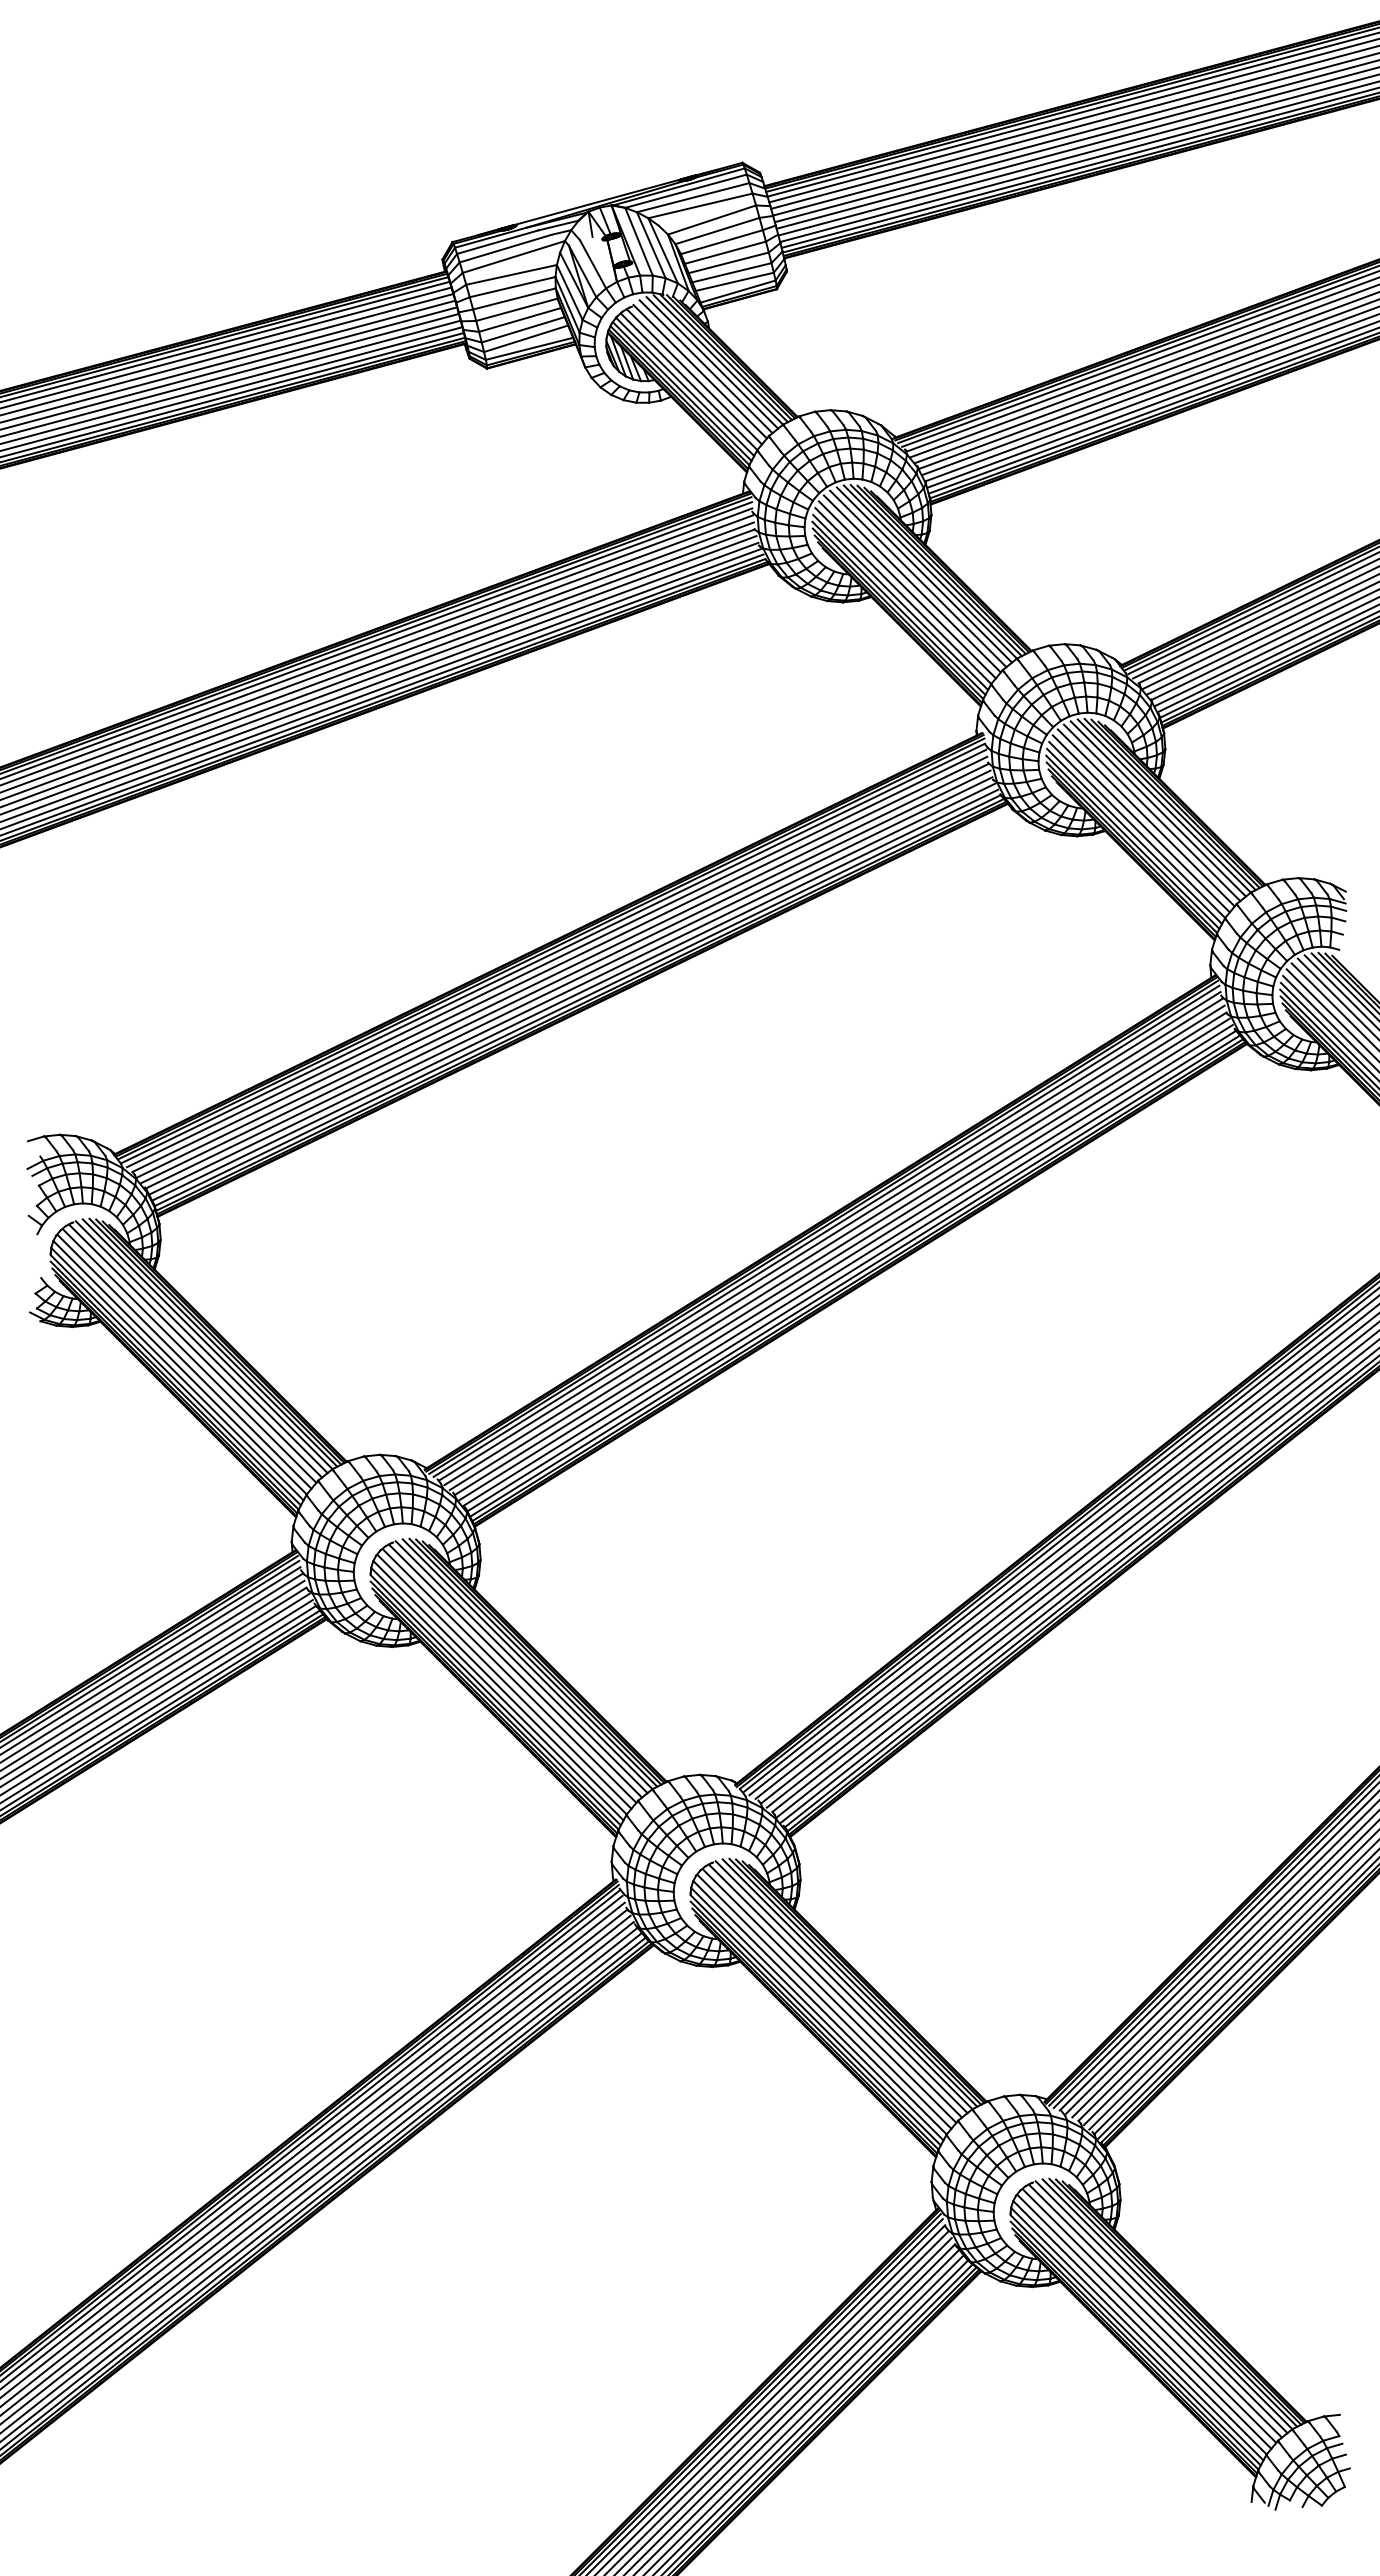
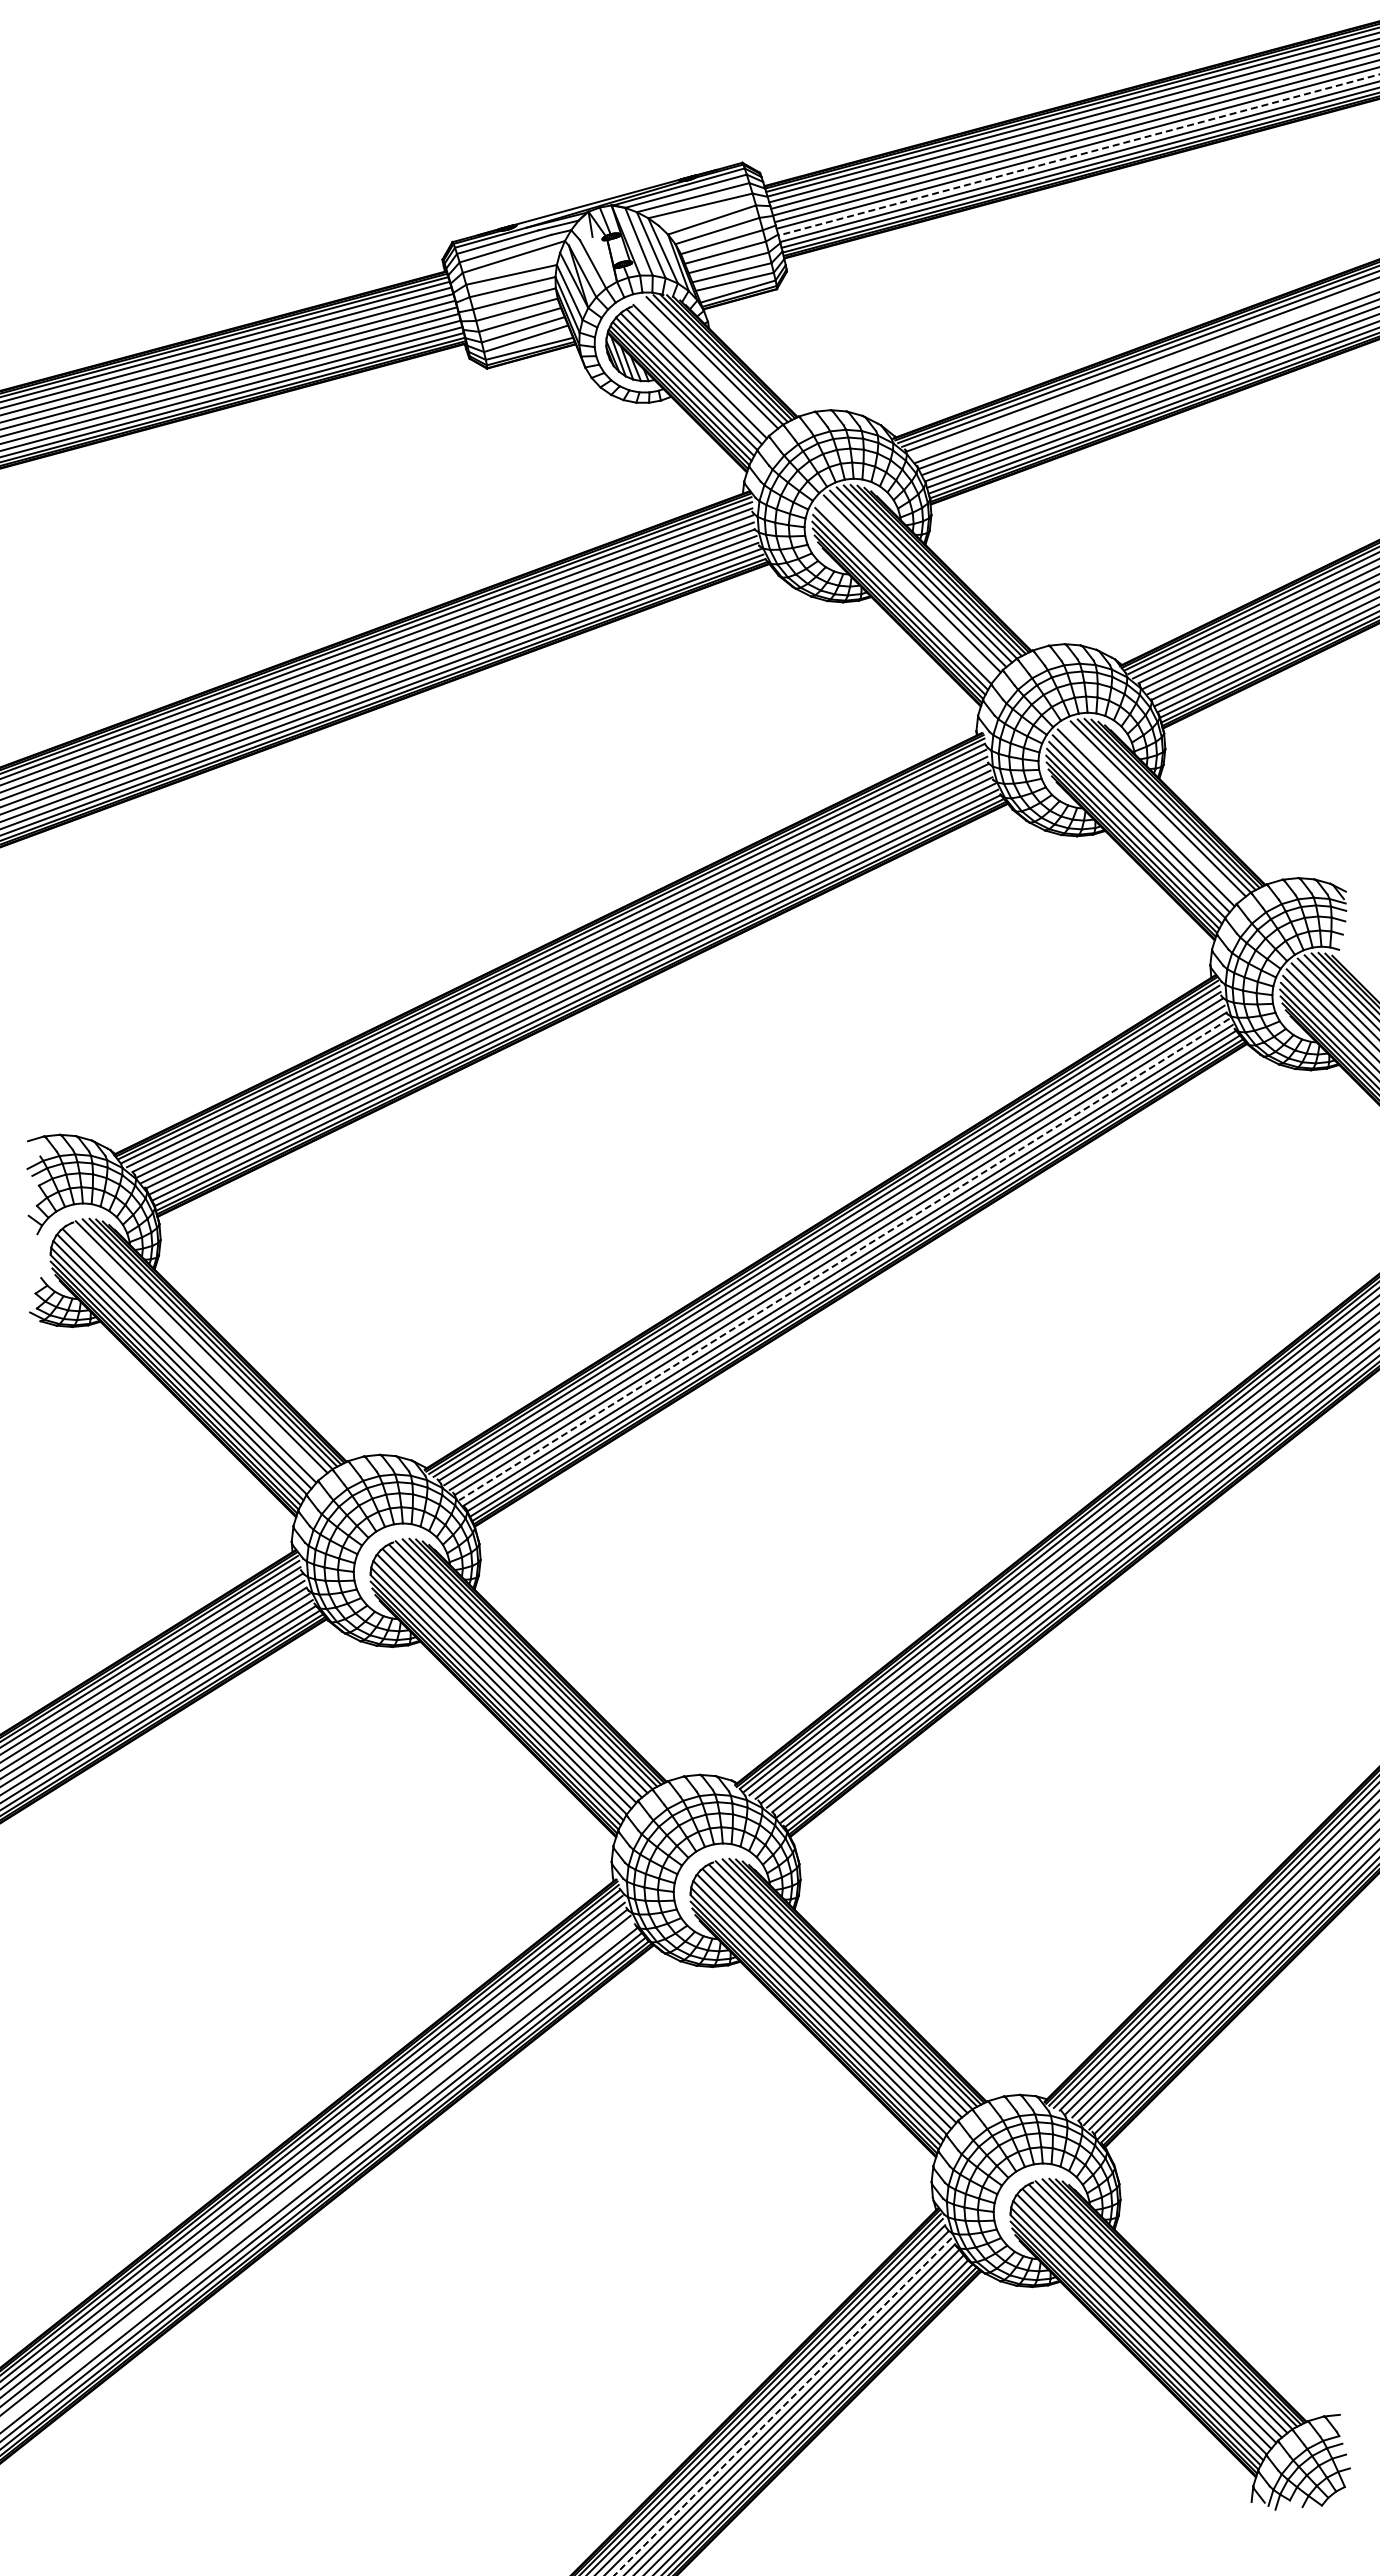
line at (1078, 155): solid -> dashed
line at (705, 366): present -> none
line at (1143, 371): present -> none
line at (906, 589): present -> none
line at (1151, 812): present -> none
line at (844, 1259): solid -> dashed
line at (195, 1350): present -> none
line at (317, 2171): present -> none
line at (782, 2407): solid -> dashed
